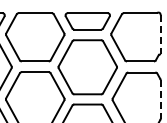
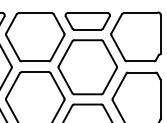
line at (160, 35): dashed -> solid
line at (160, 99): dashed -> solid
